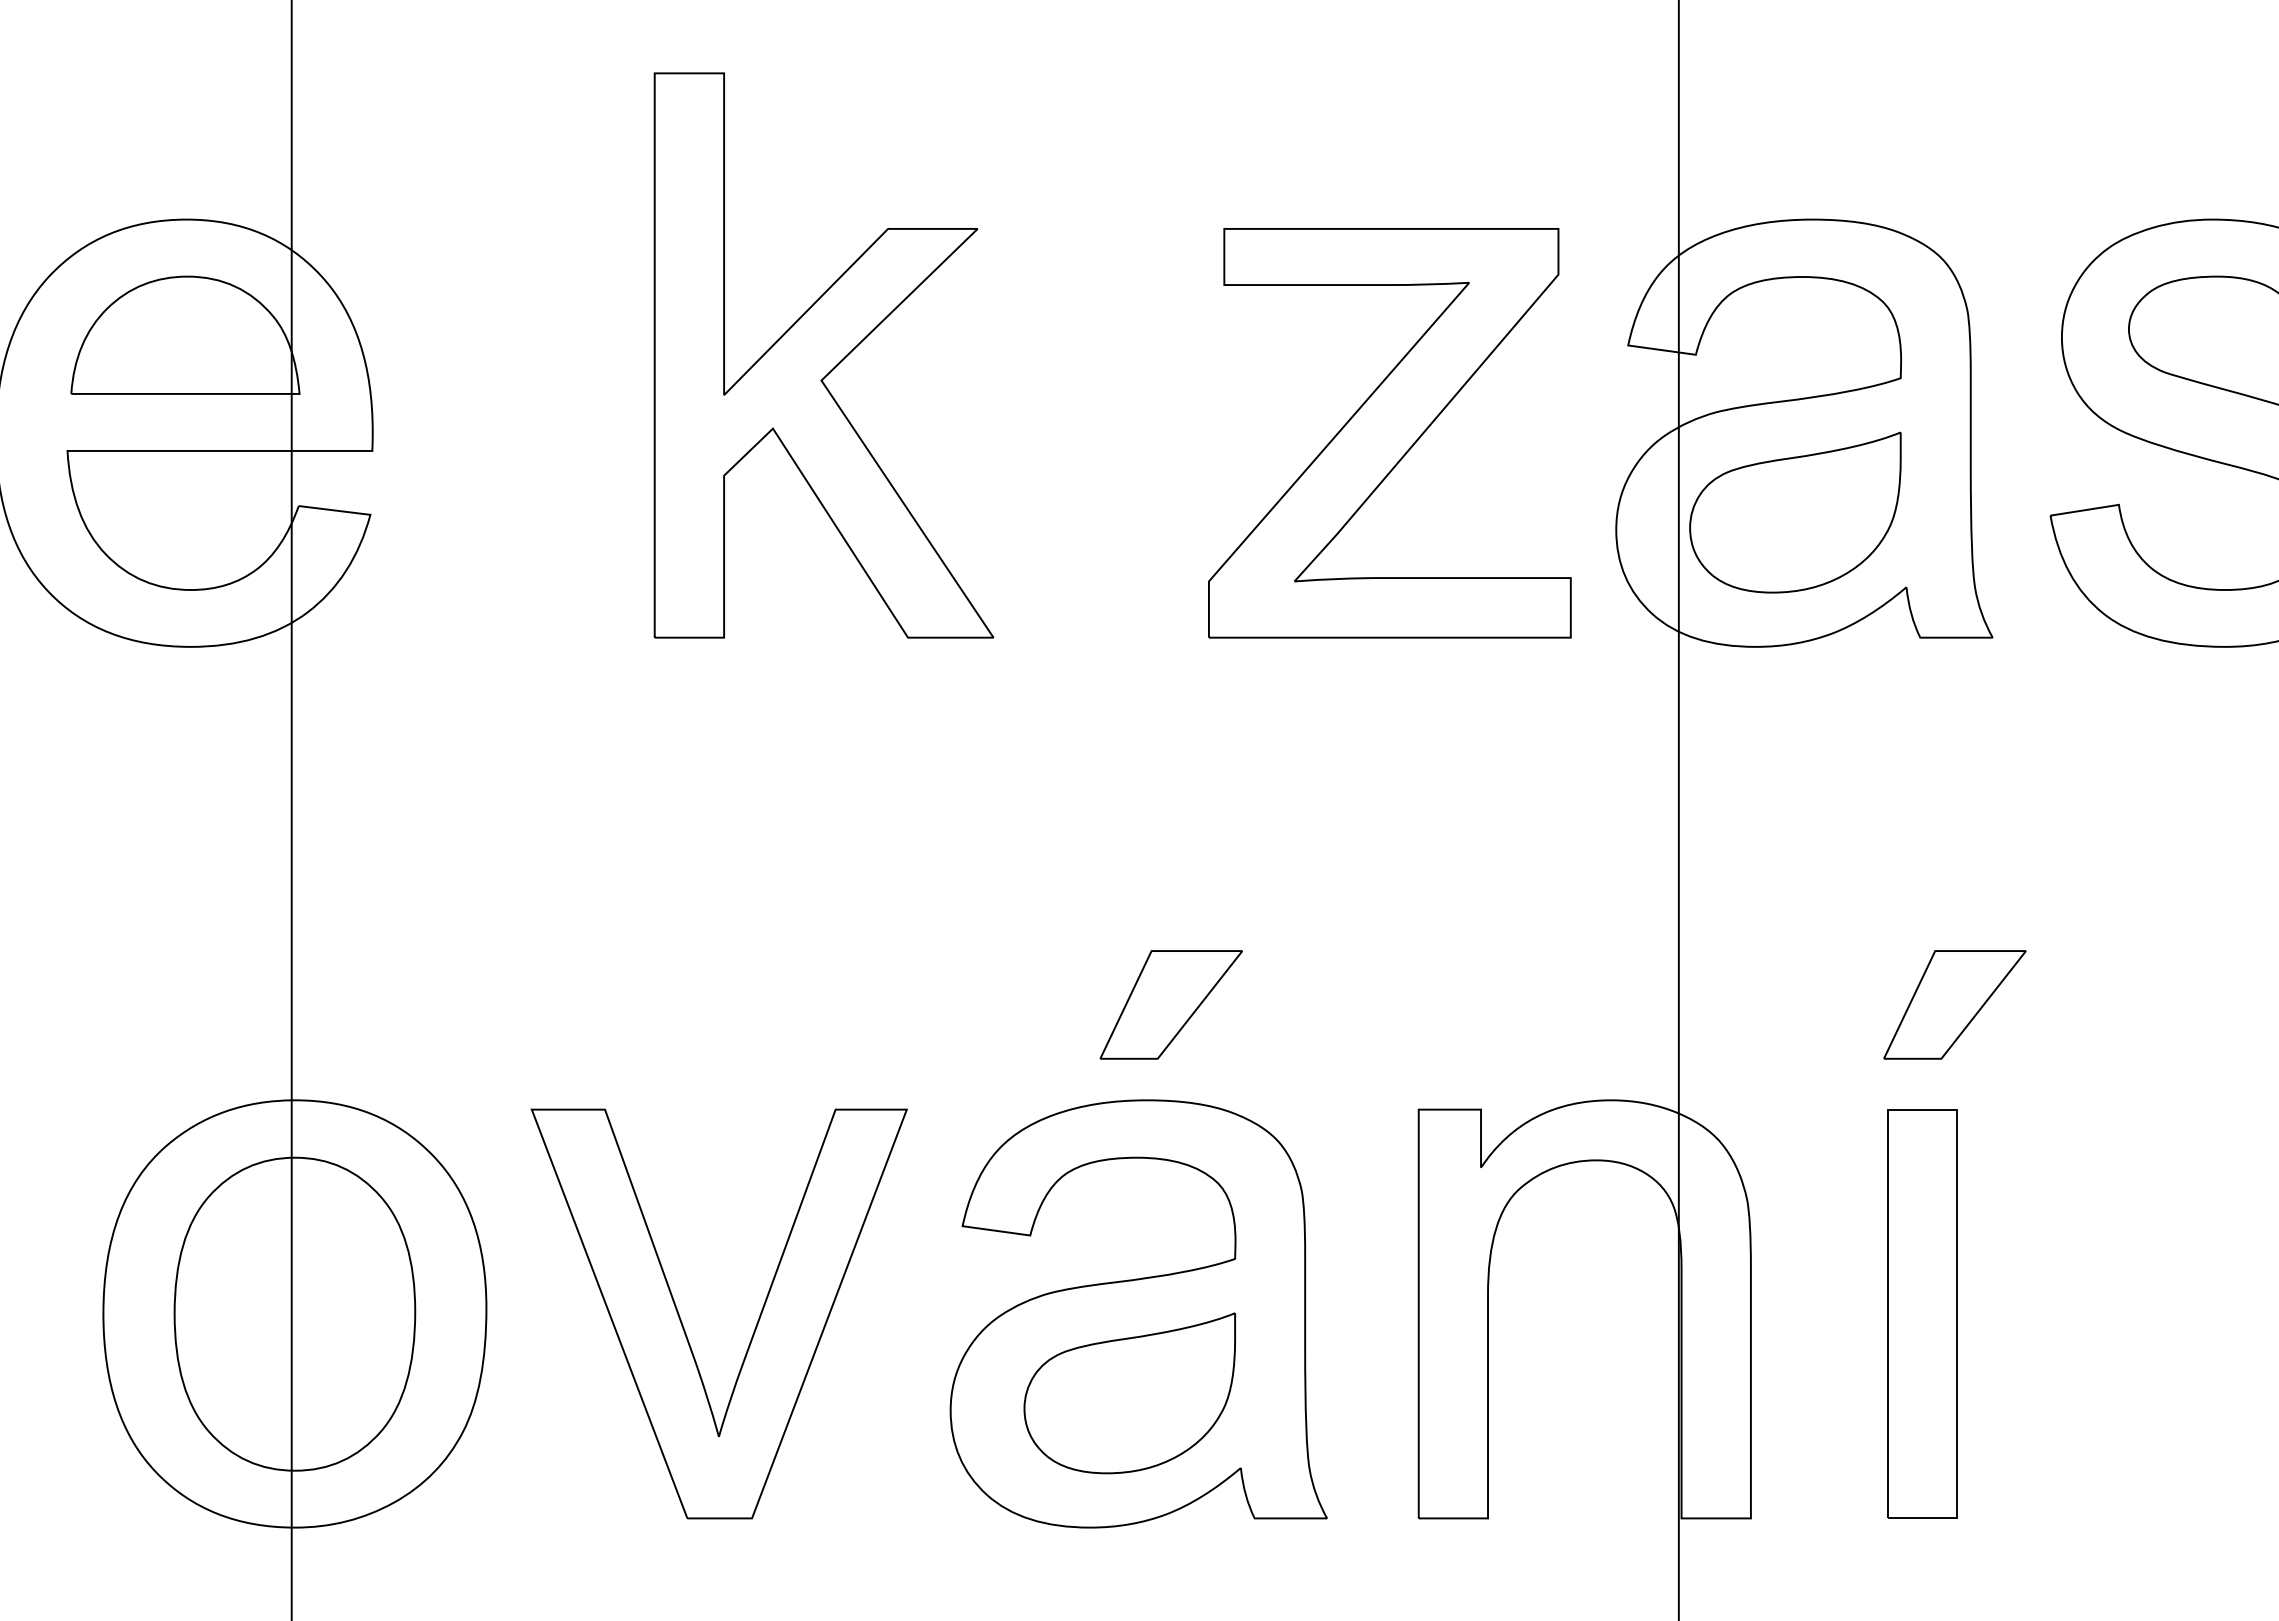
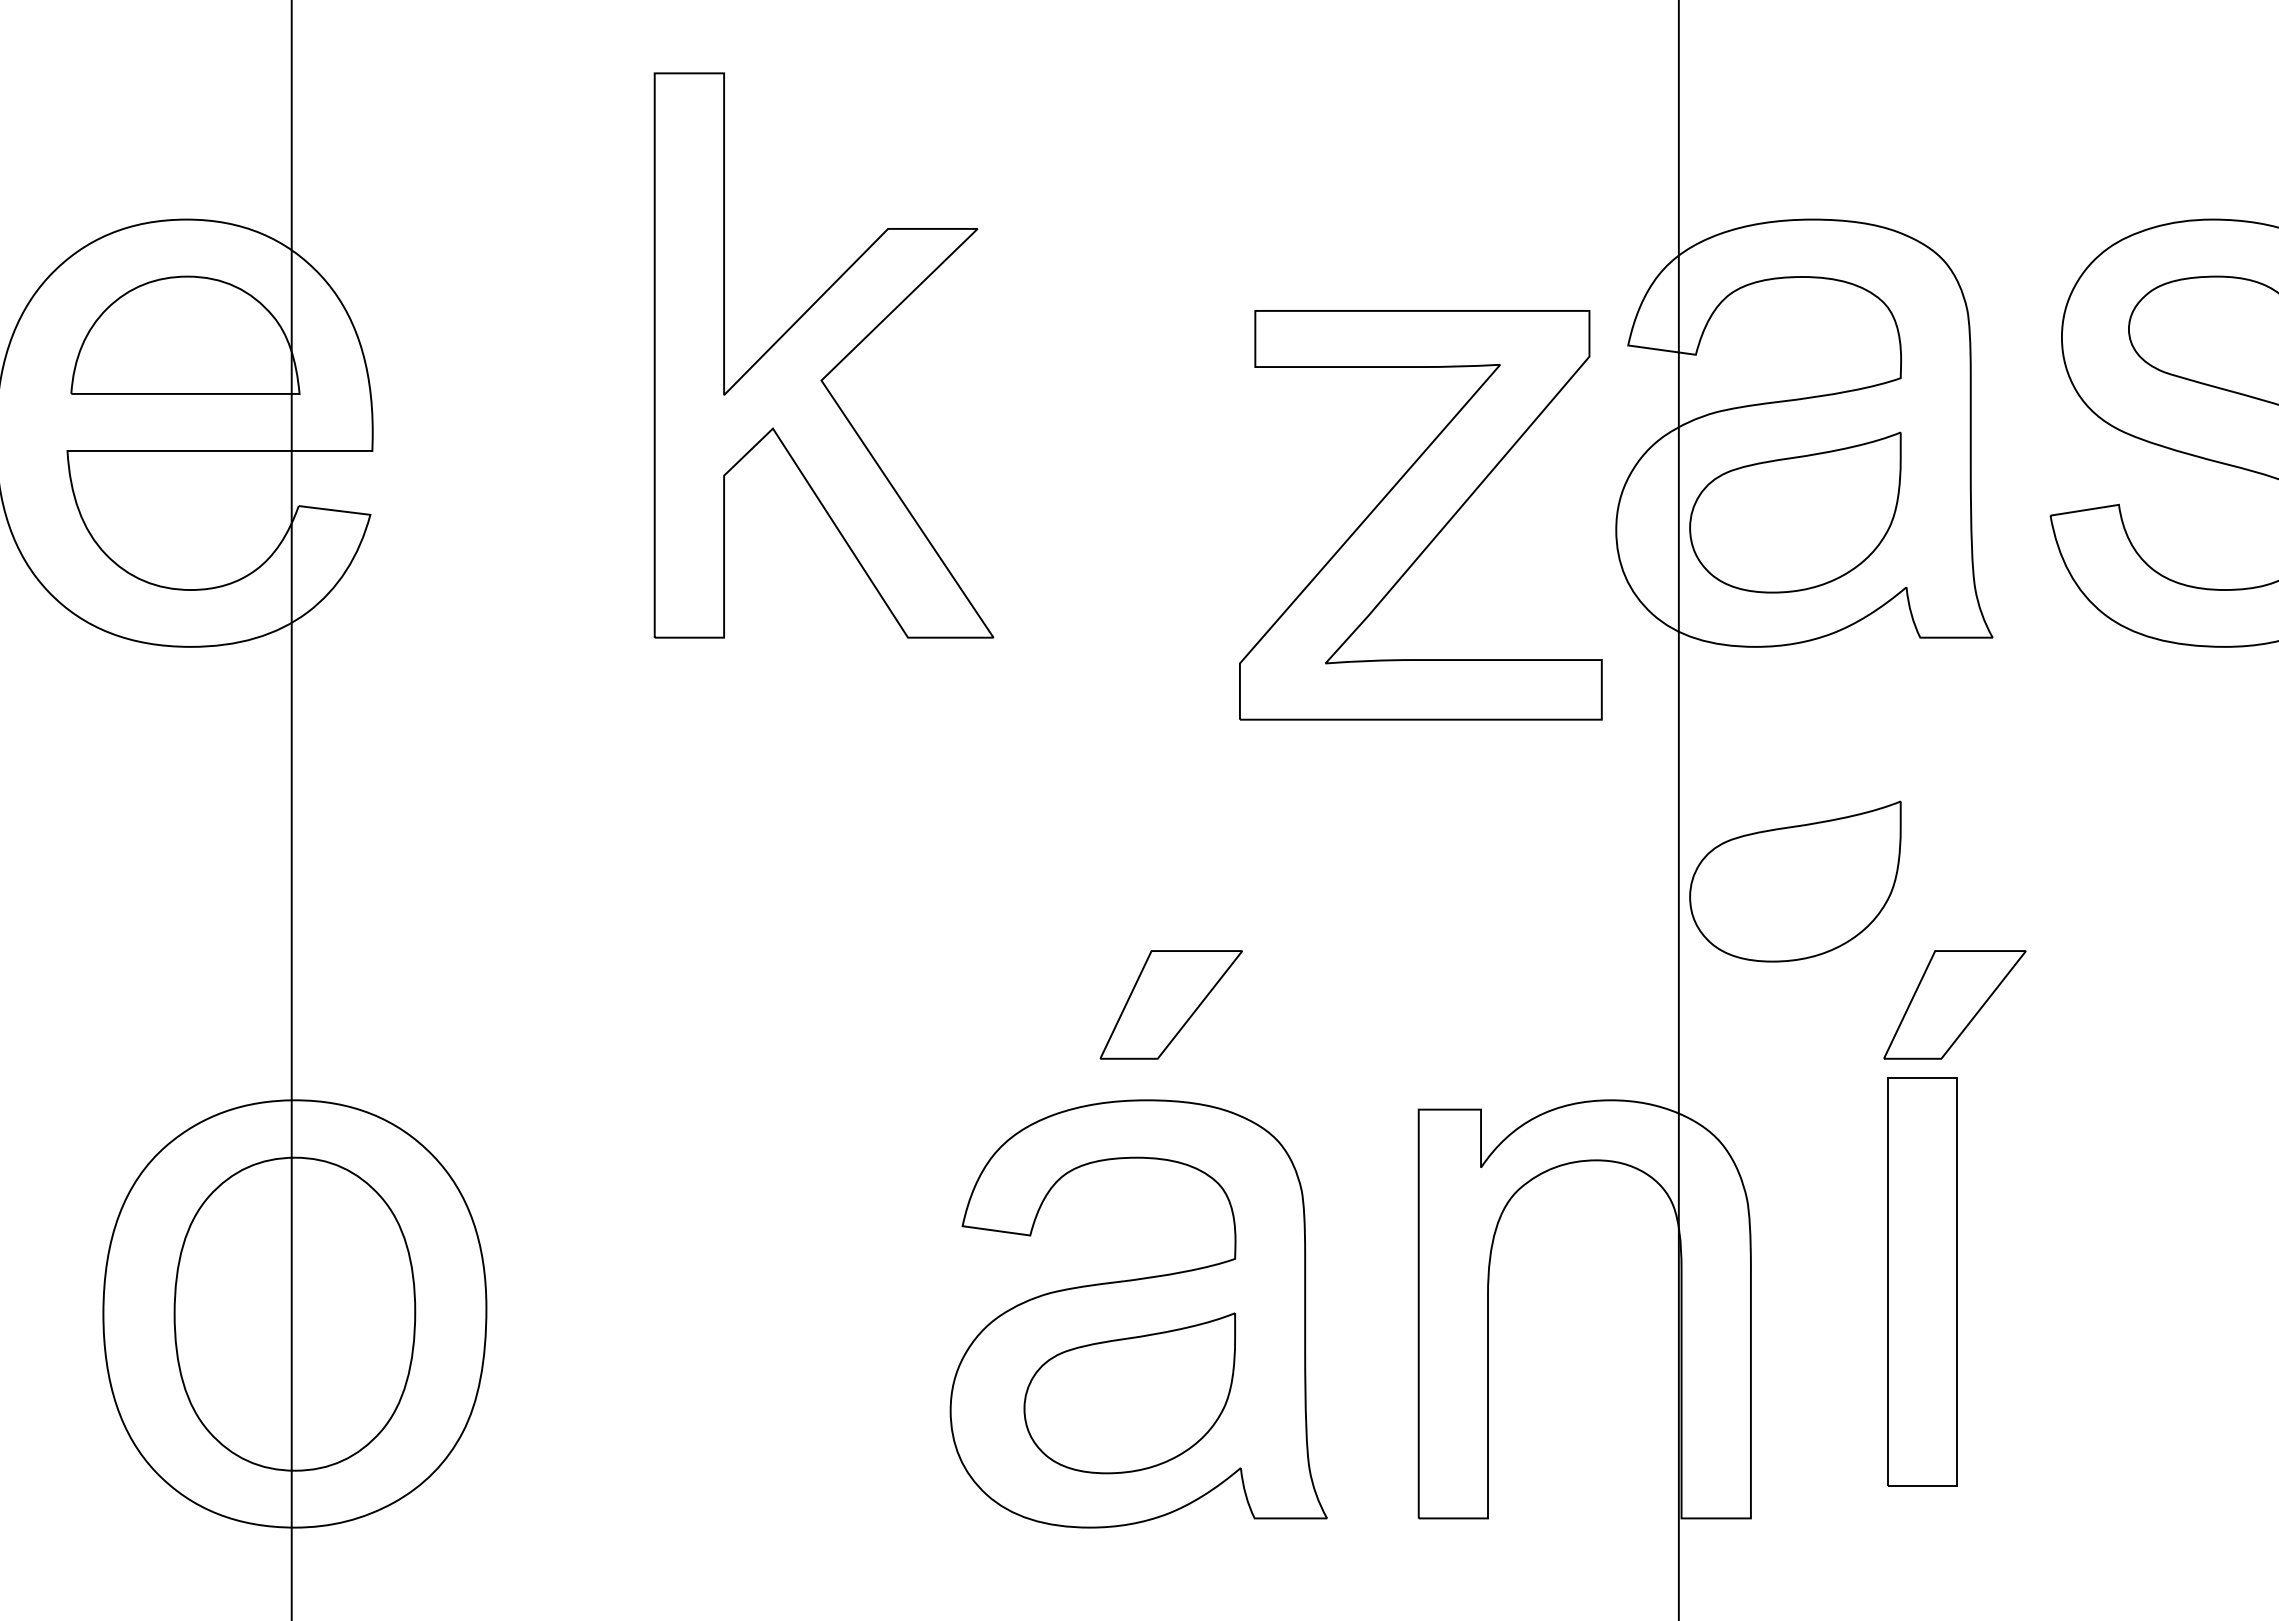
part at (1389, 433) position: (1389, 433) -> (1420, 515)
part at (1795, 881): none -> present
part at (1922, 1313) position: (1922, 1313) -> (1922, 1281)
part at (684, 1327): present -> none
